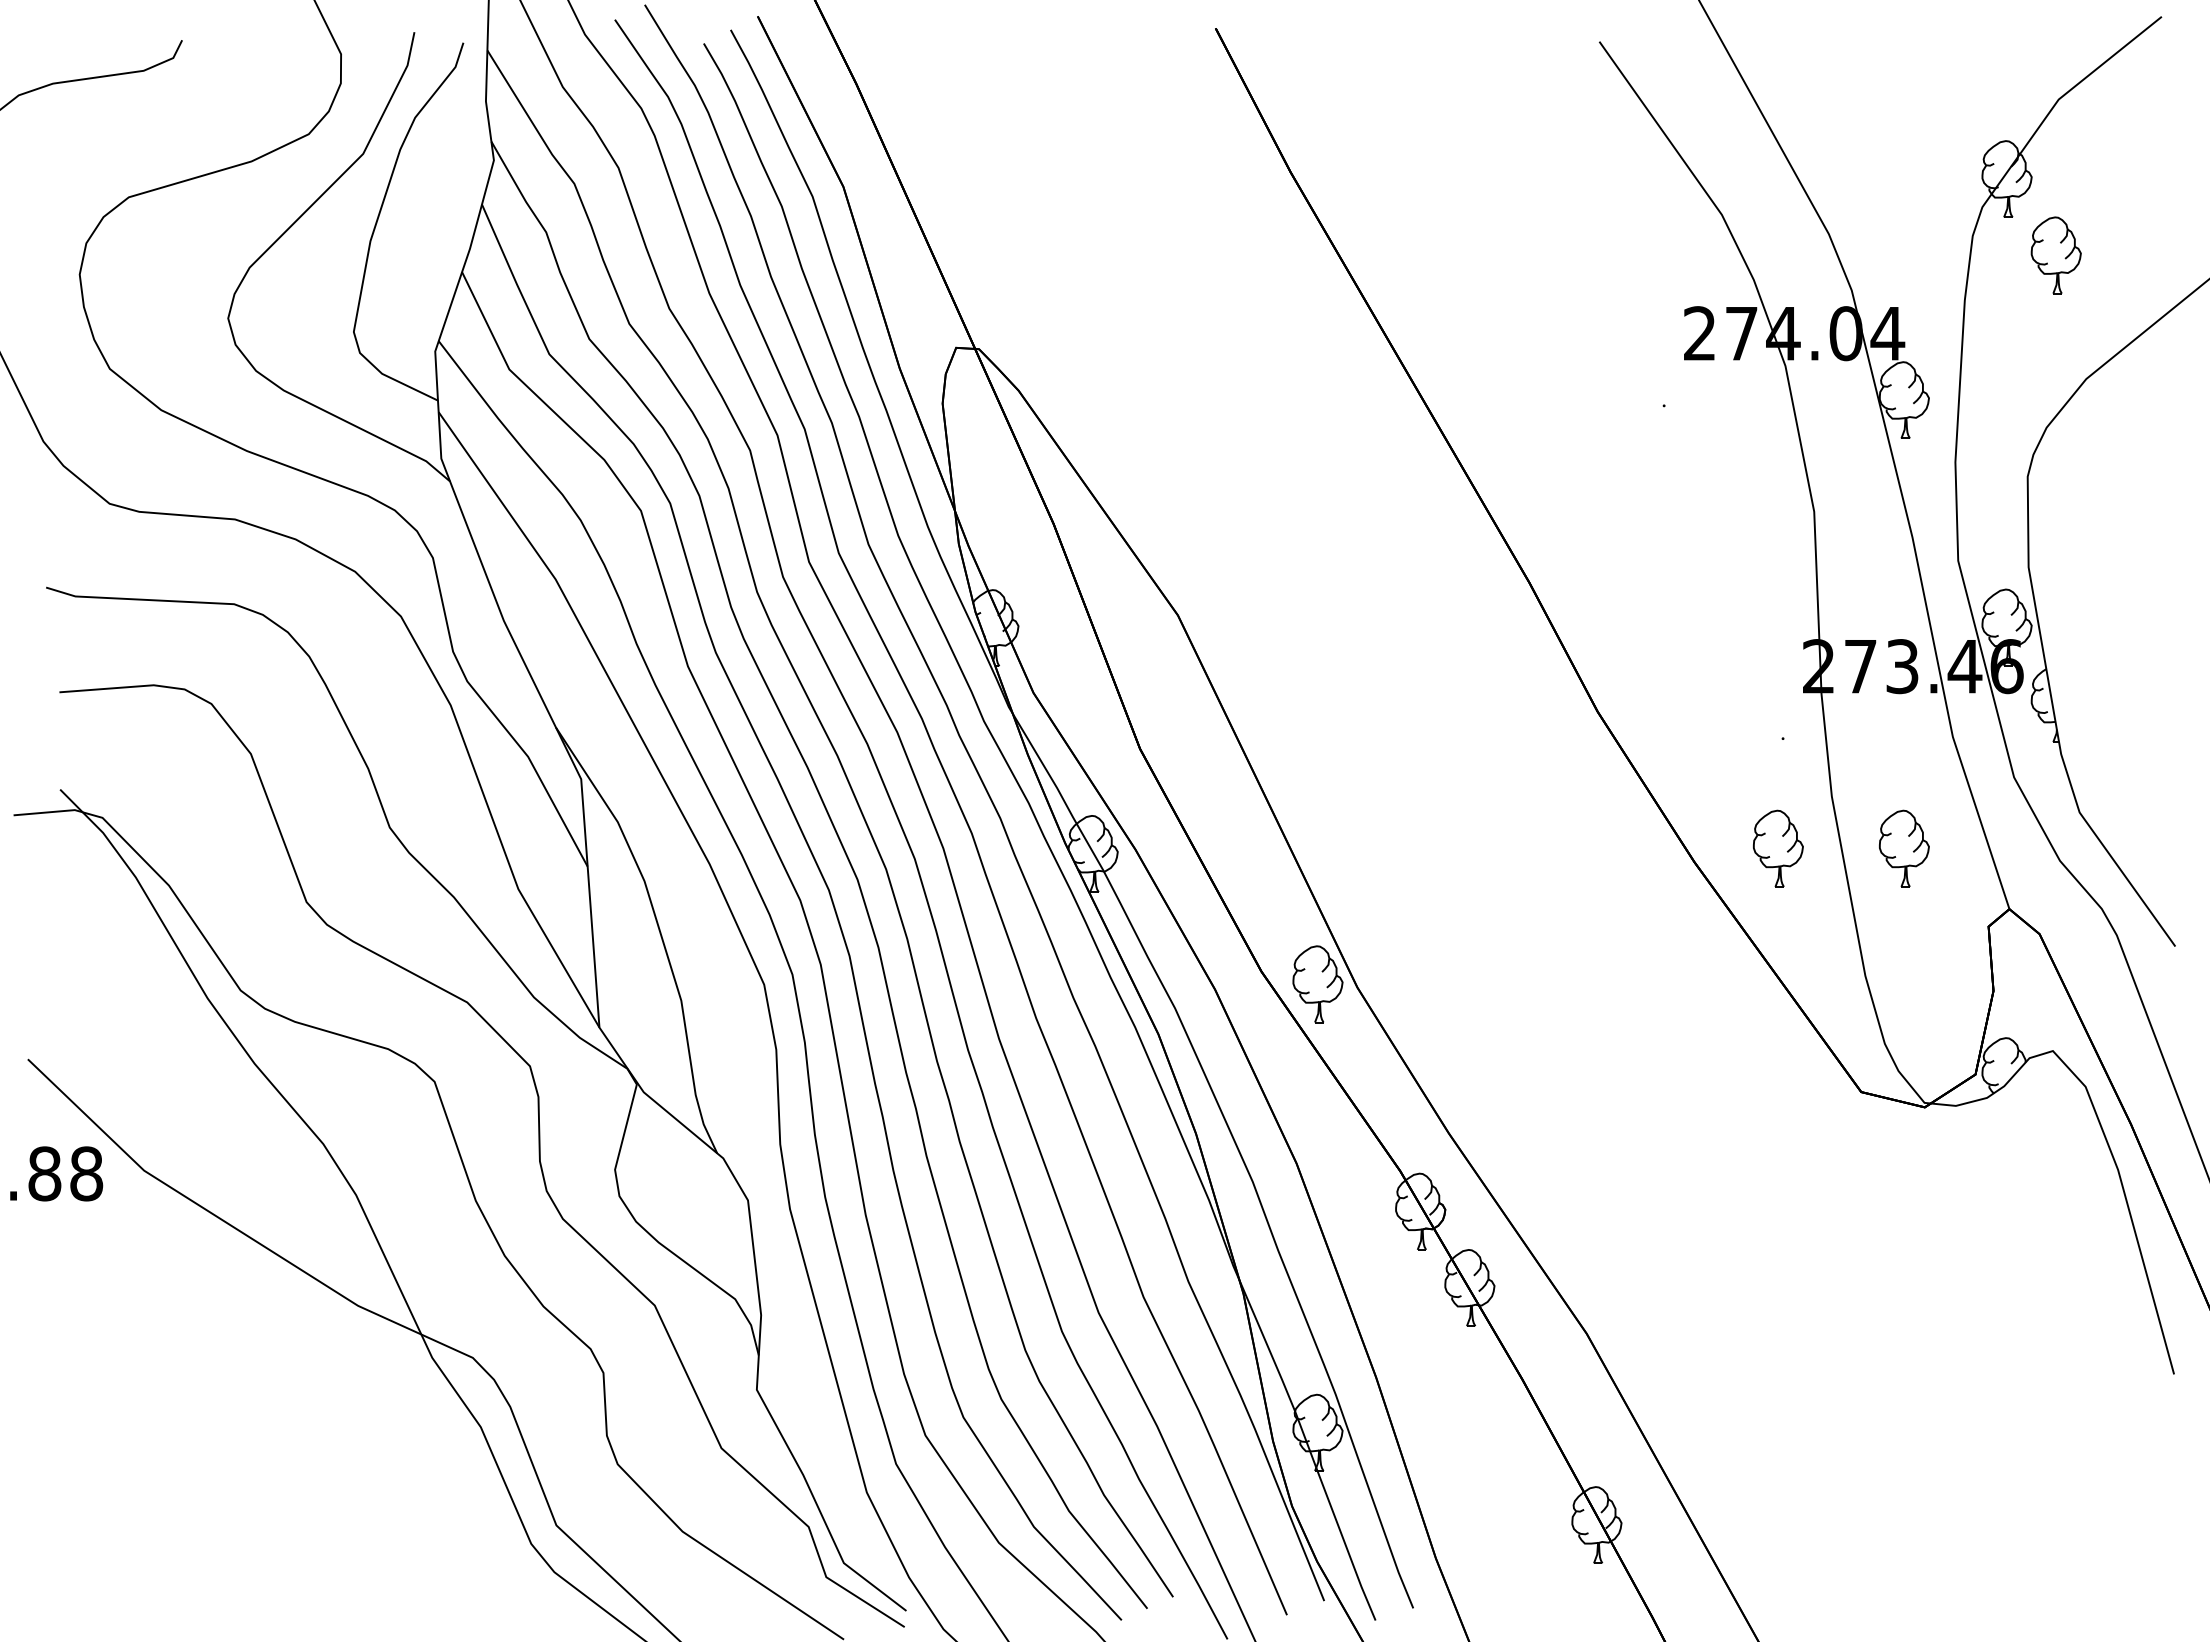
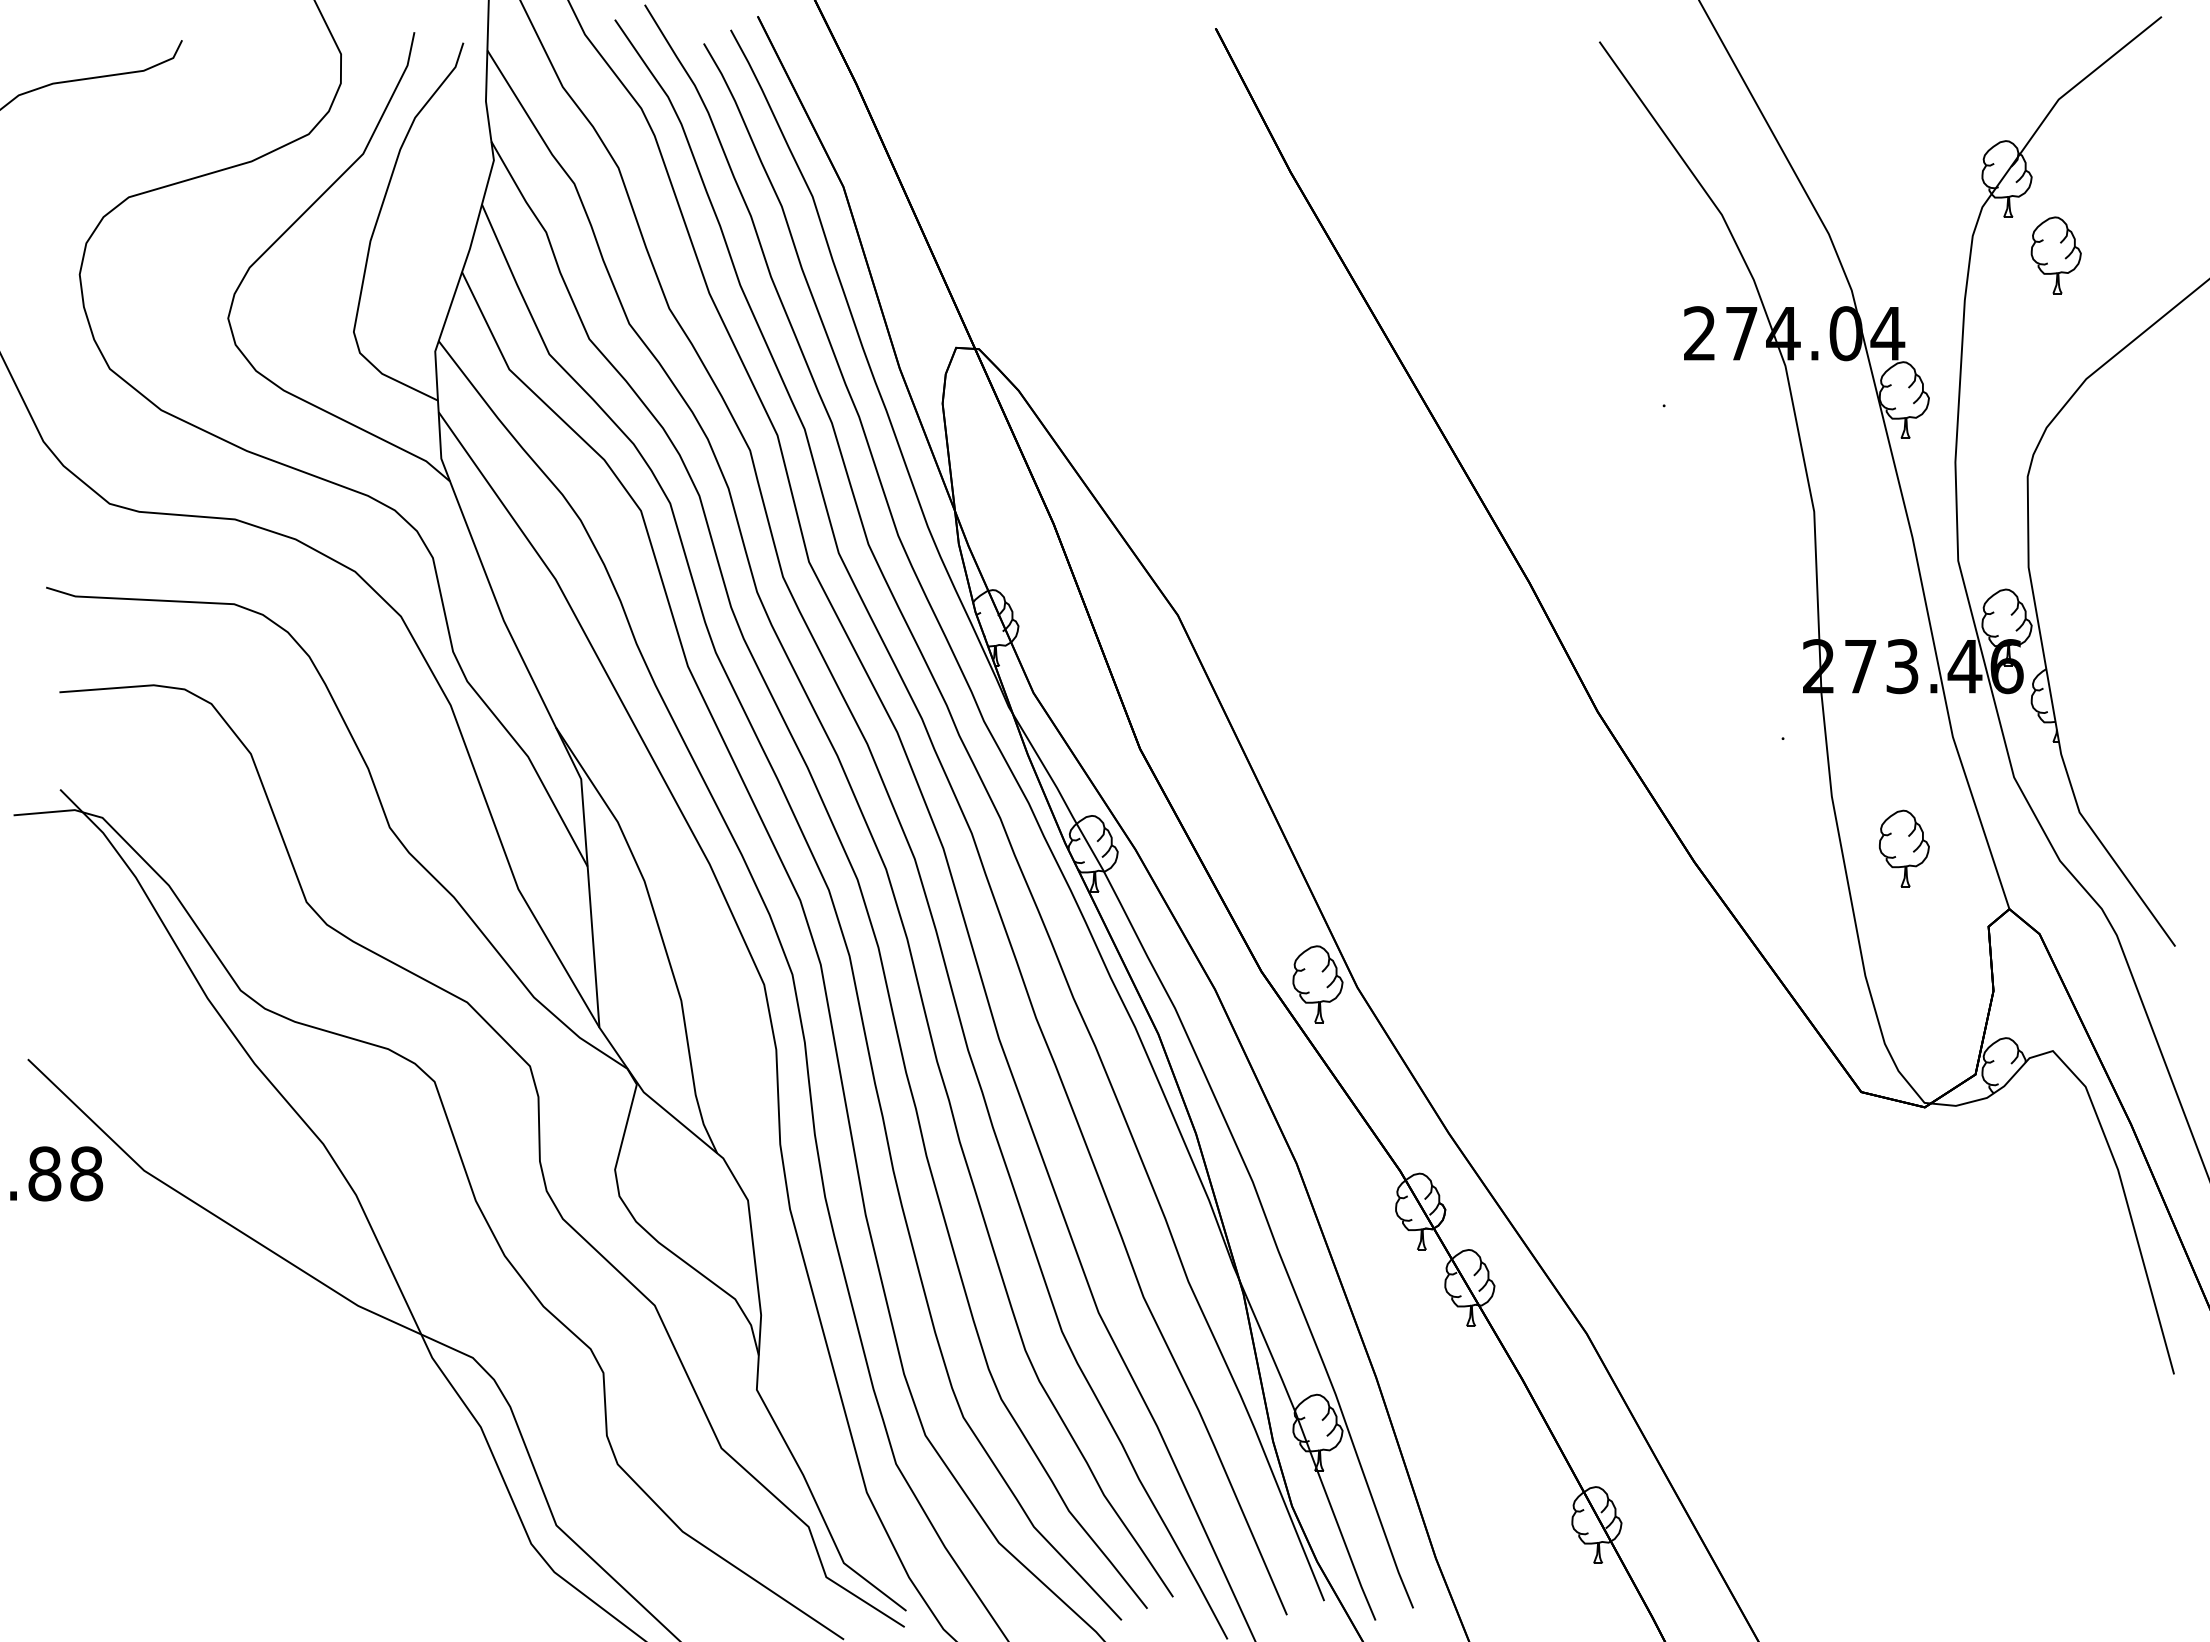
part at (1778, 848): present -> none
